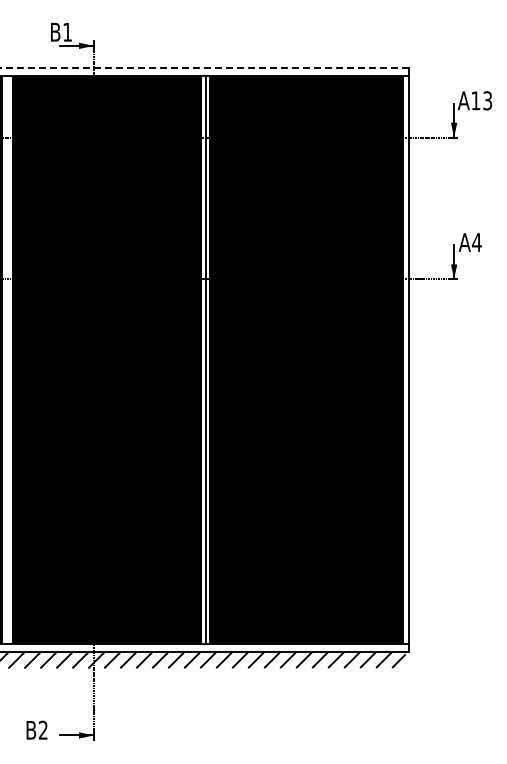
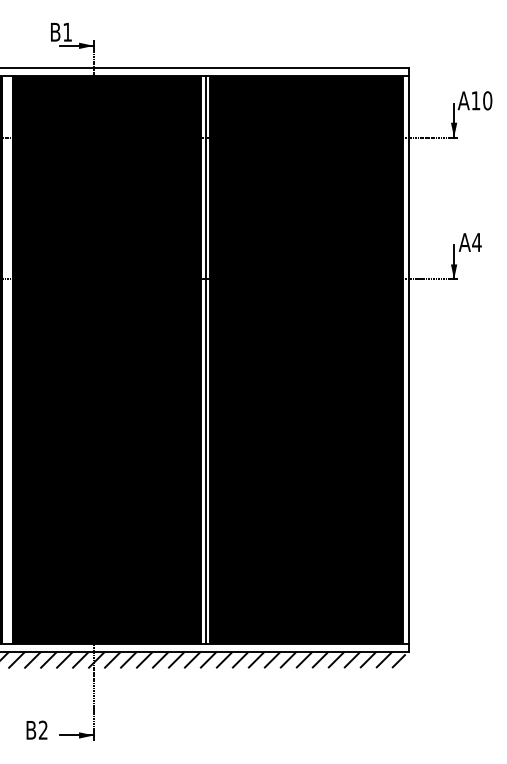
line at (204, 67): dashed -> solid
text at (487, 100): A13 -> A10
